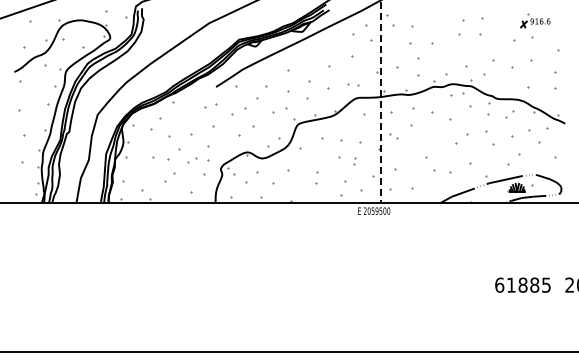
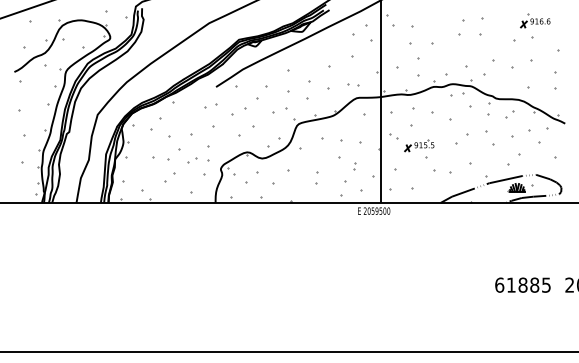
line at (381, 101): dashed -> solid
part at (419, 145): none -> present
part at (354, 161) position: (354, 161) -> (354, 166)
